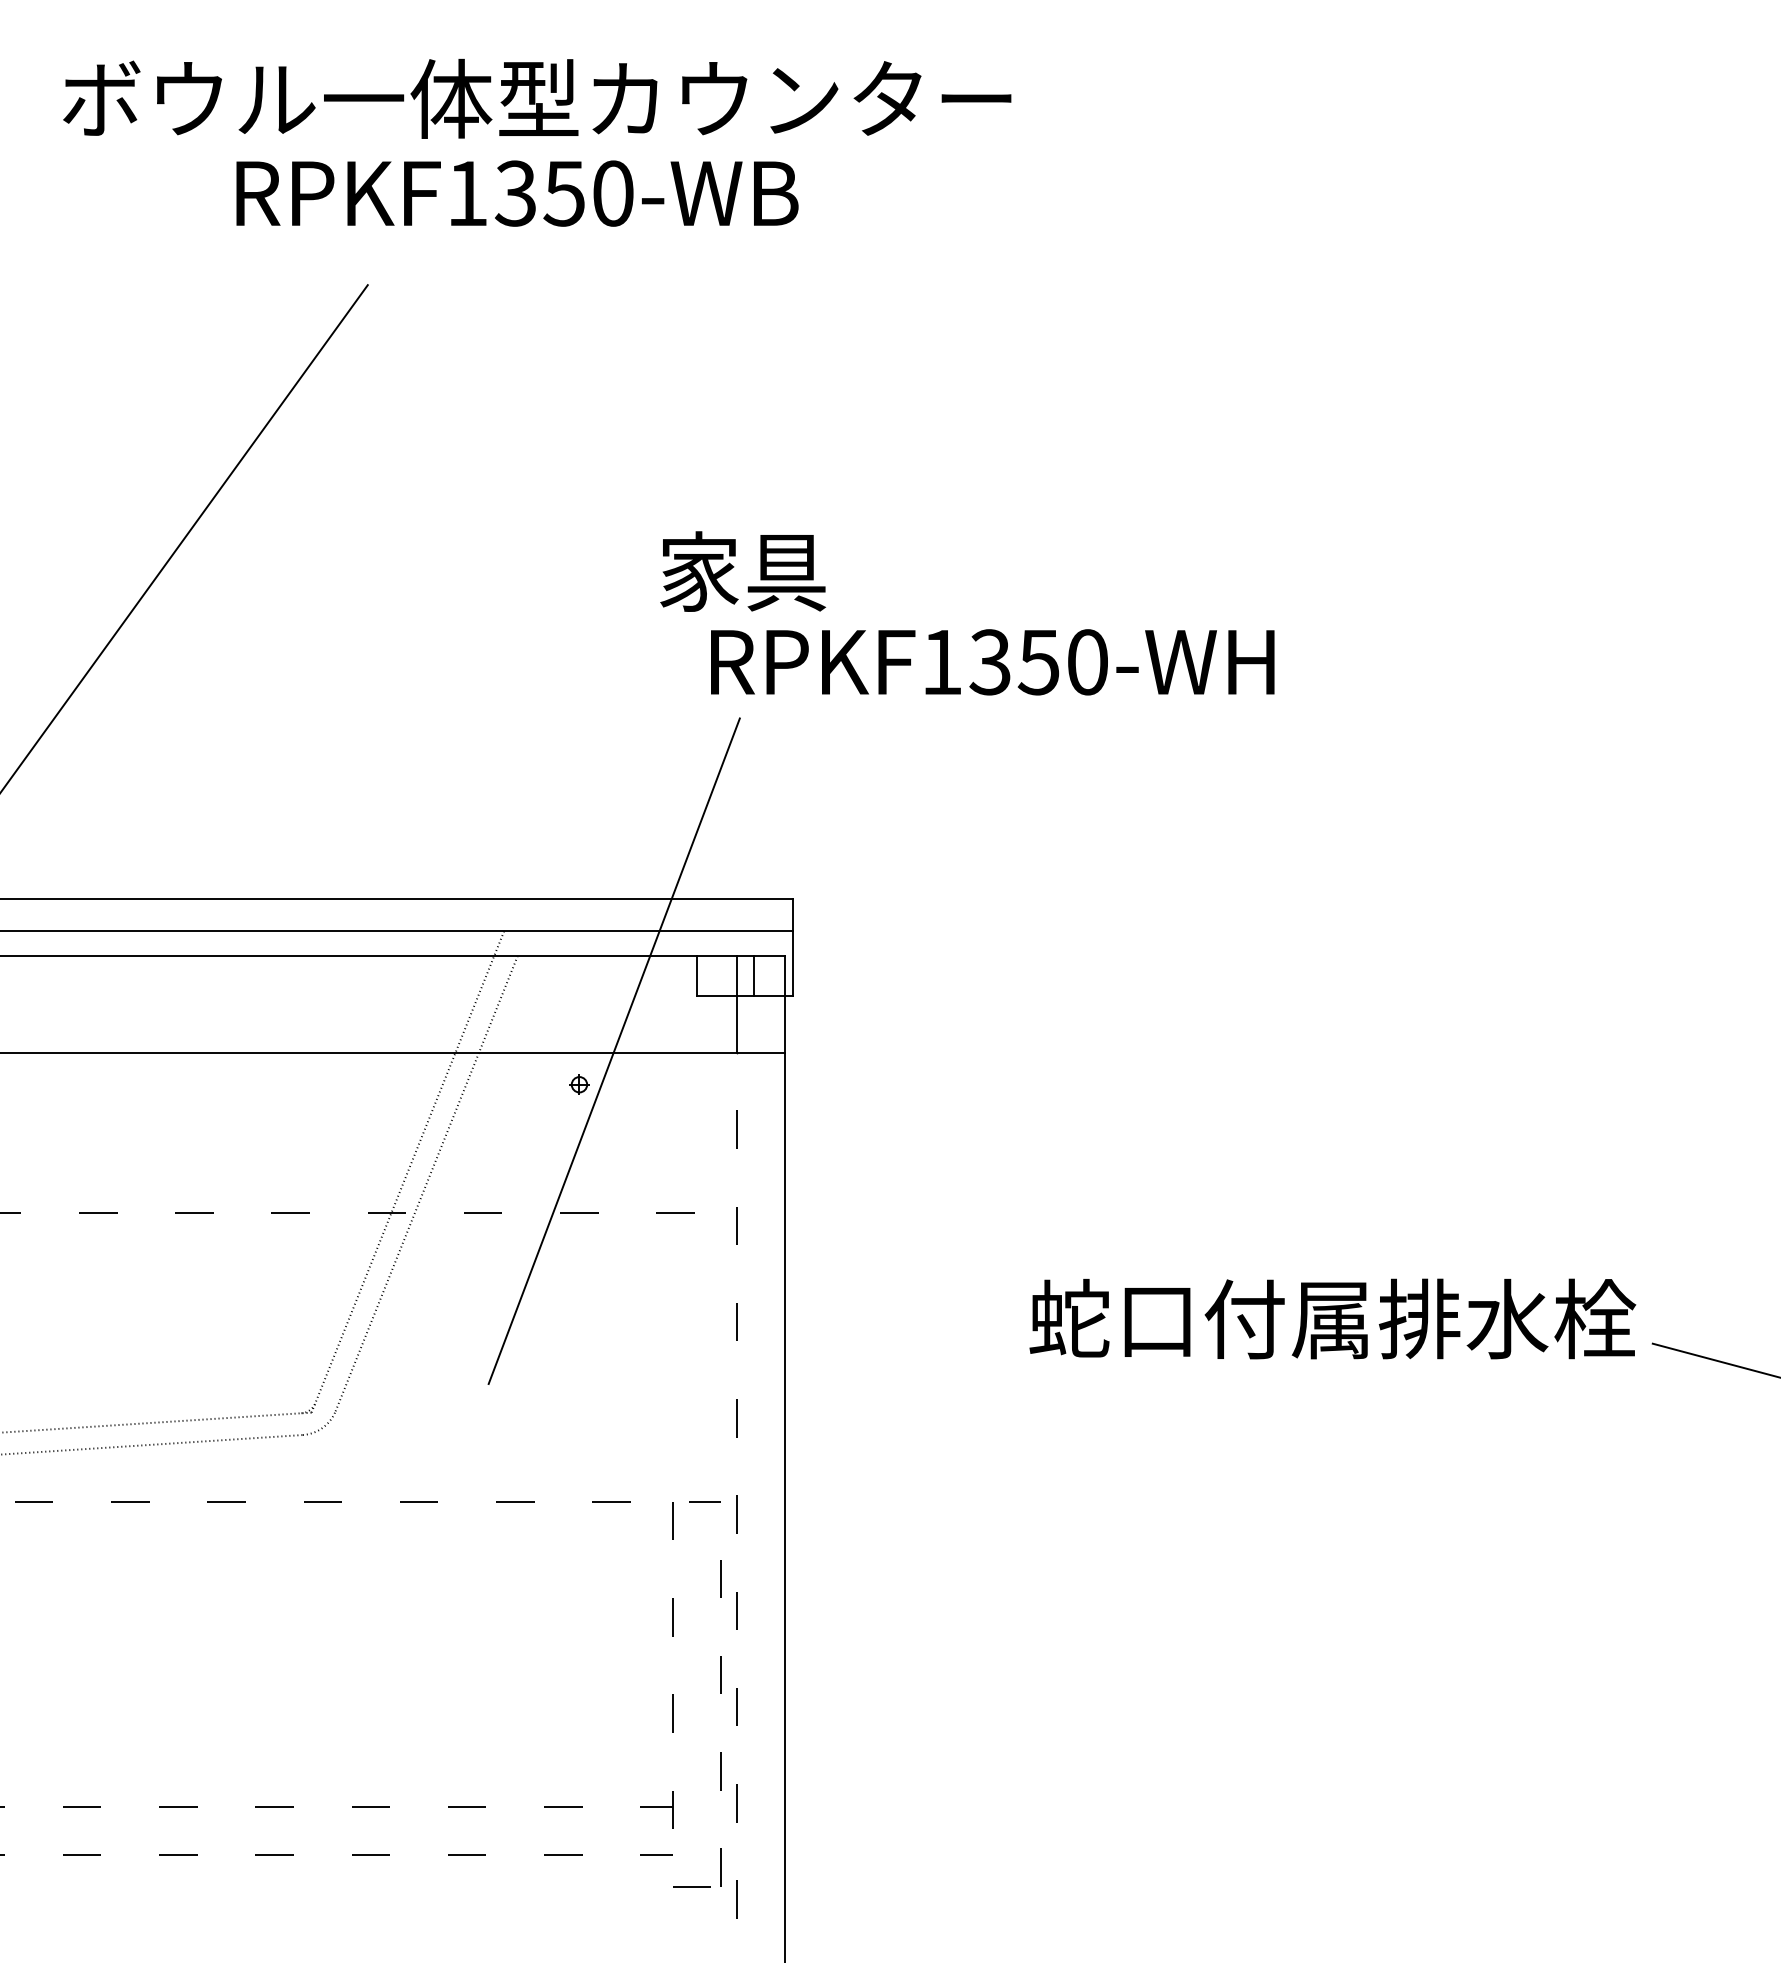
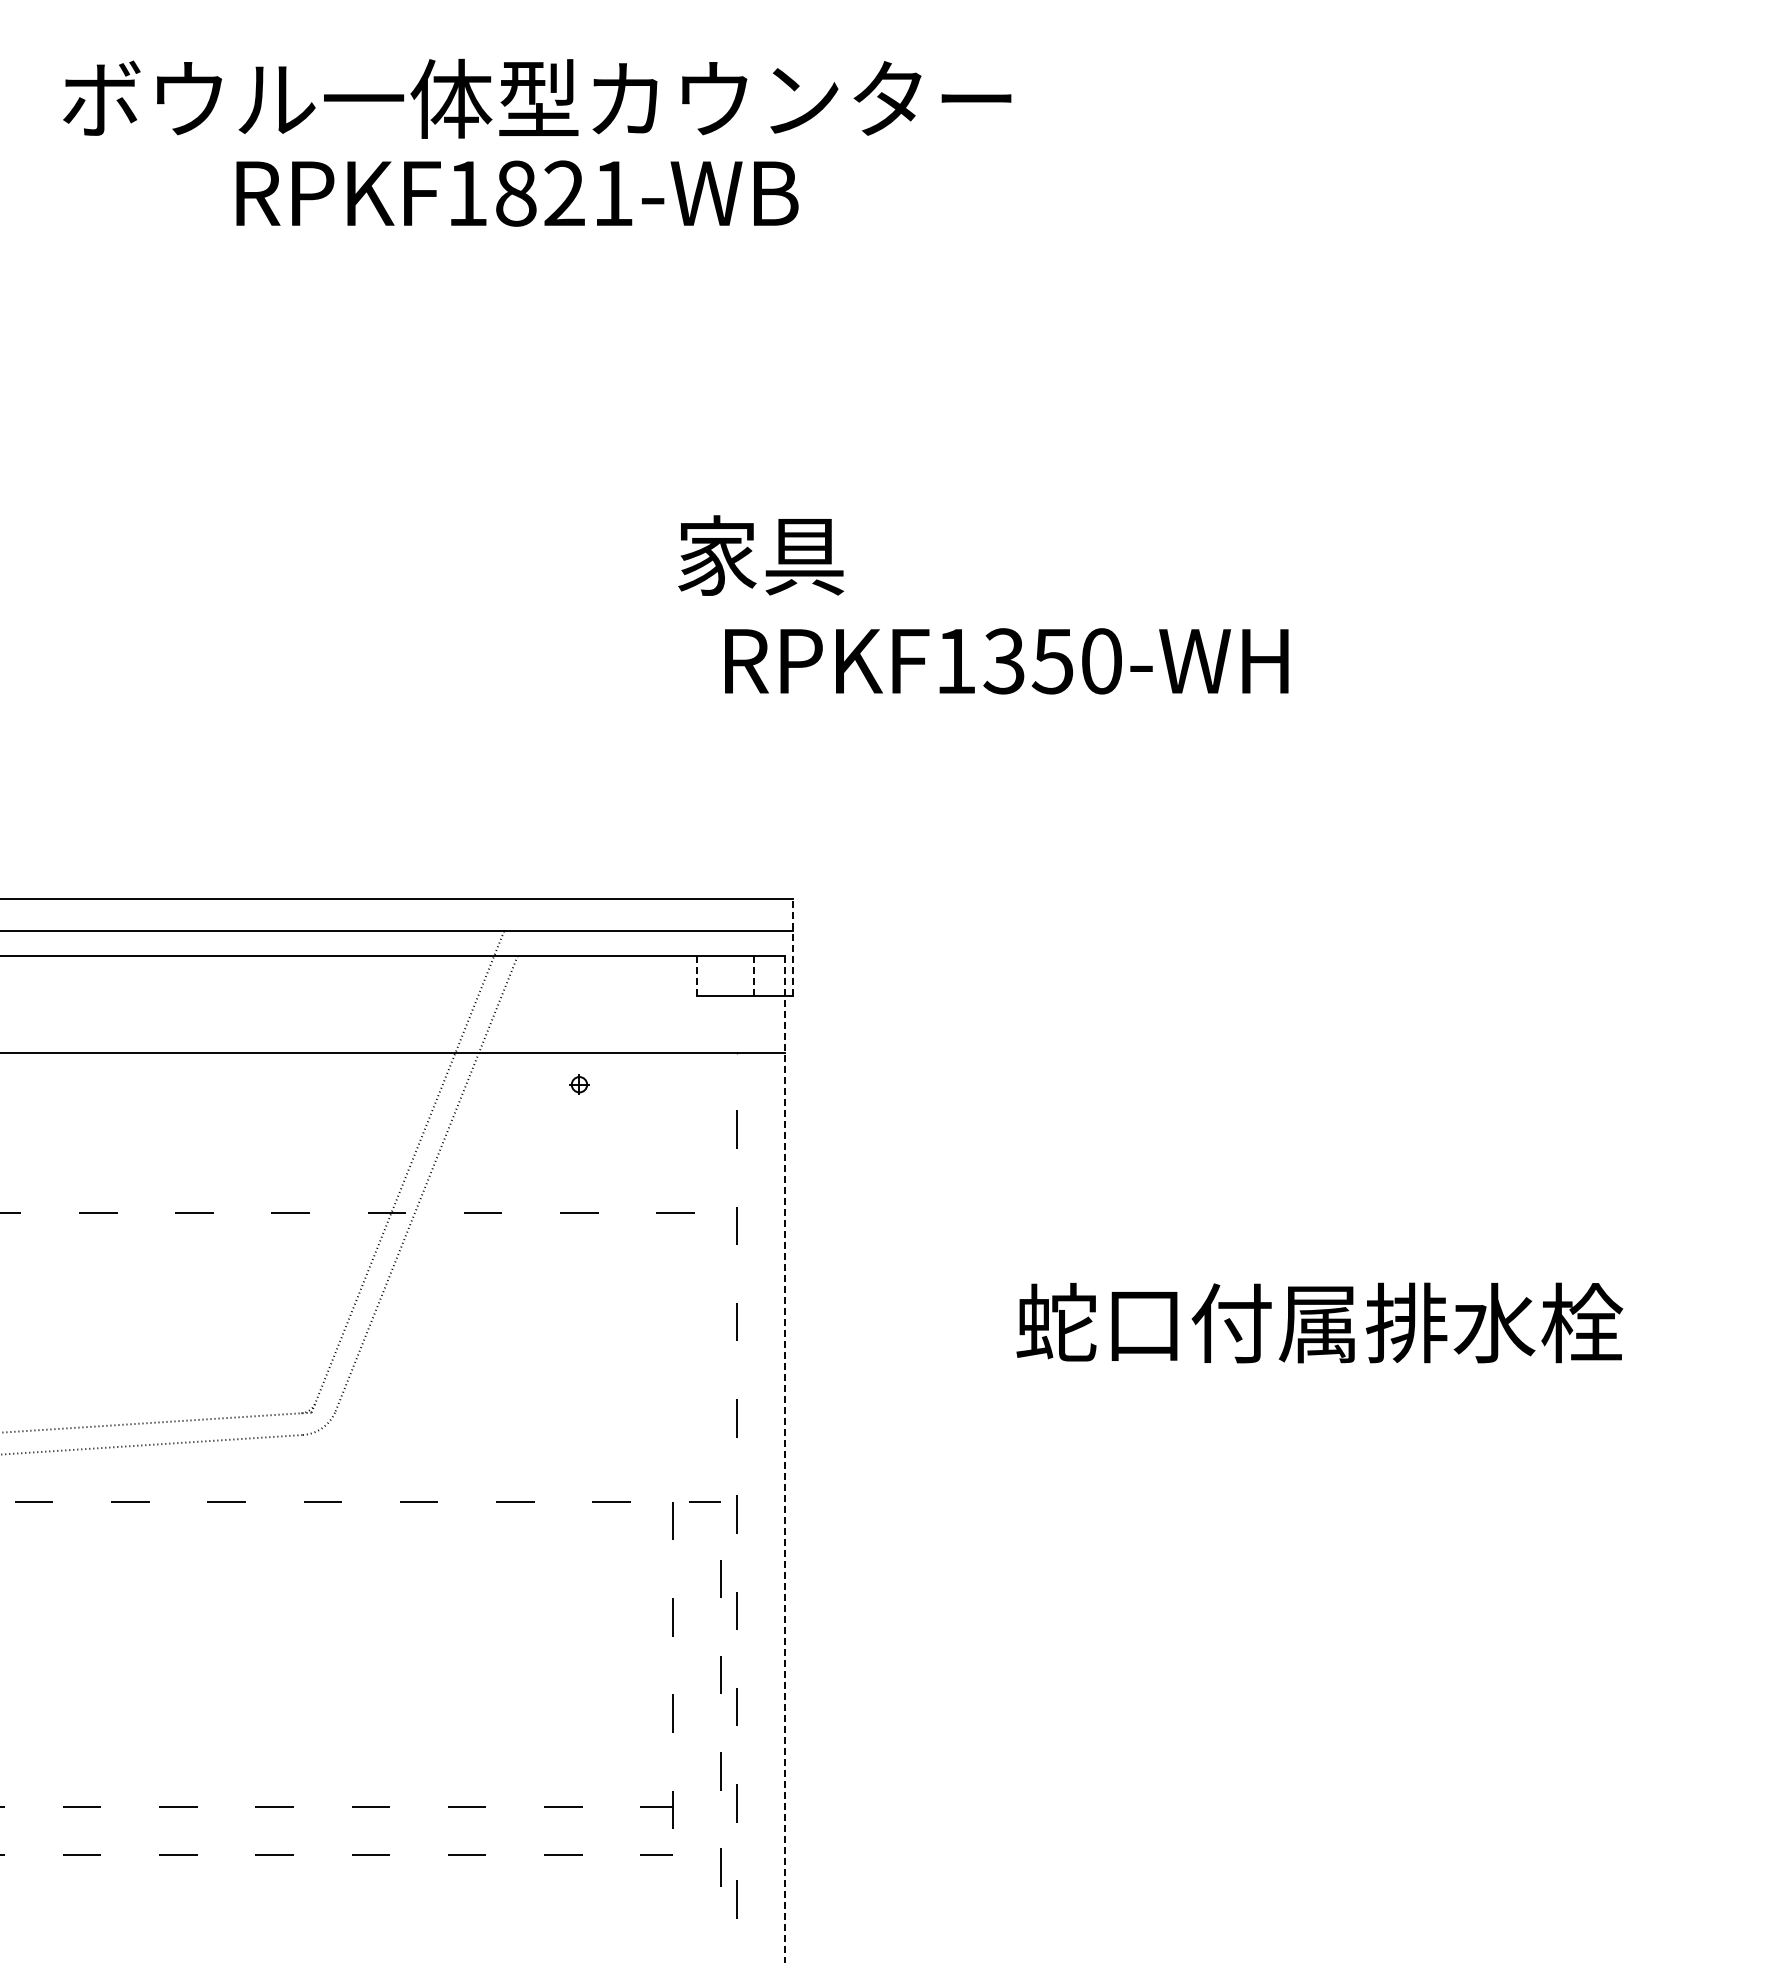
text at (564, 193): RPKF1350-WB -> RPKF1821-WB
line at (184, 537): present -> none
text at (743, 571) position: (743, 571) -> (761, 555)
text at (992, 662) position: (992, 662) -> (1006, 661)
line at (792, 946): solid -> dashed
line at (696, 976): solid -> dashed
line at (754, 976): solid -> dashed
line at (736, 1004): present -> none
line at (613, 1051): present -> none
text at (1332, 1318) position: (1332, 1318) -> (1319, 1322)
line at (1714, 1359): present -> none
line at (784, 1459): solid -> dashed
line at (691, 1886): present -> none
